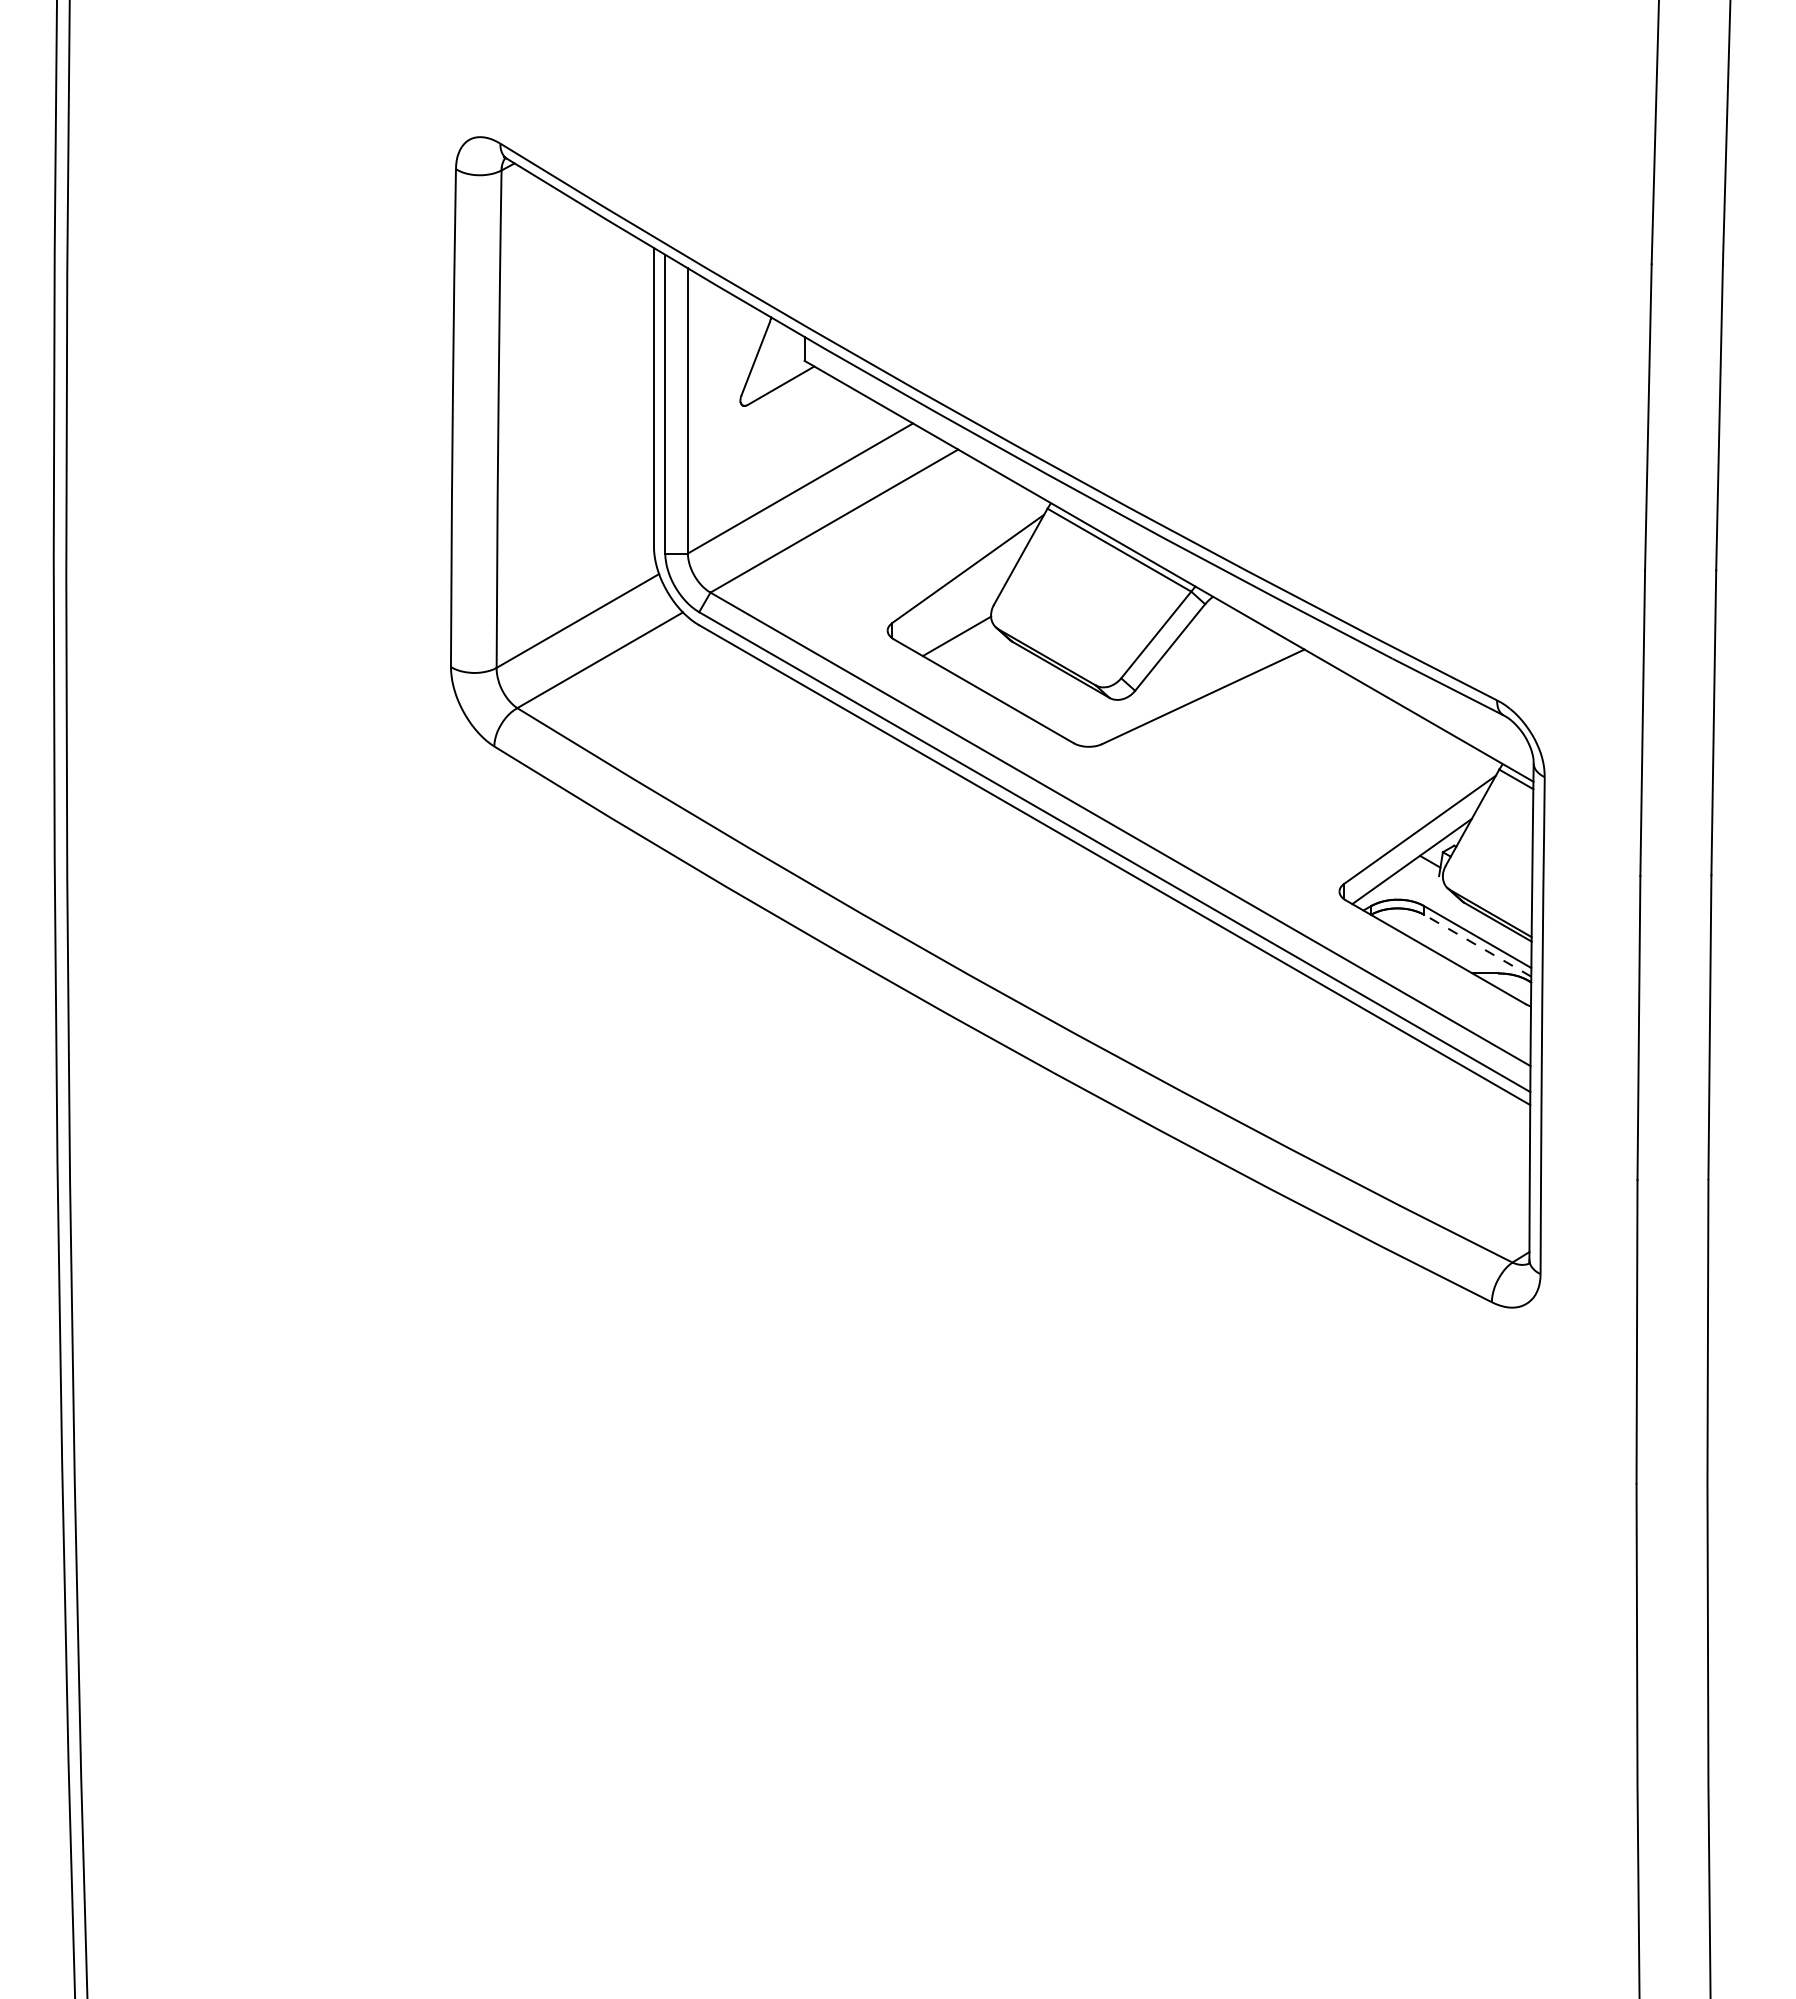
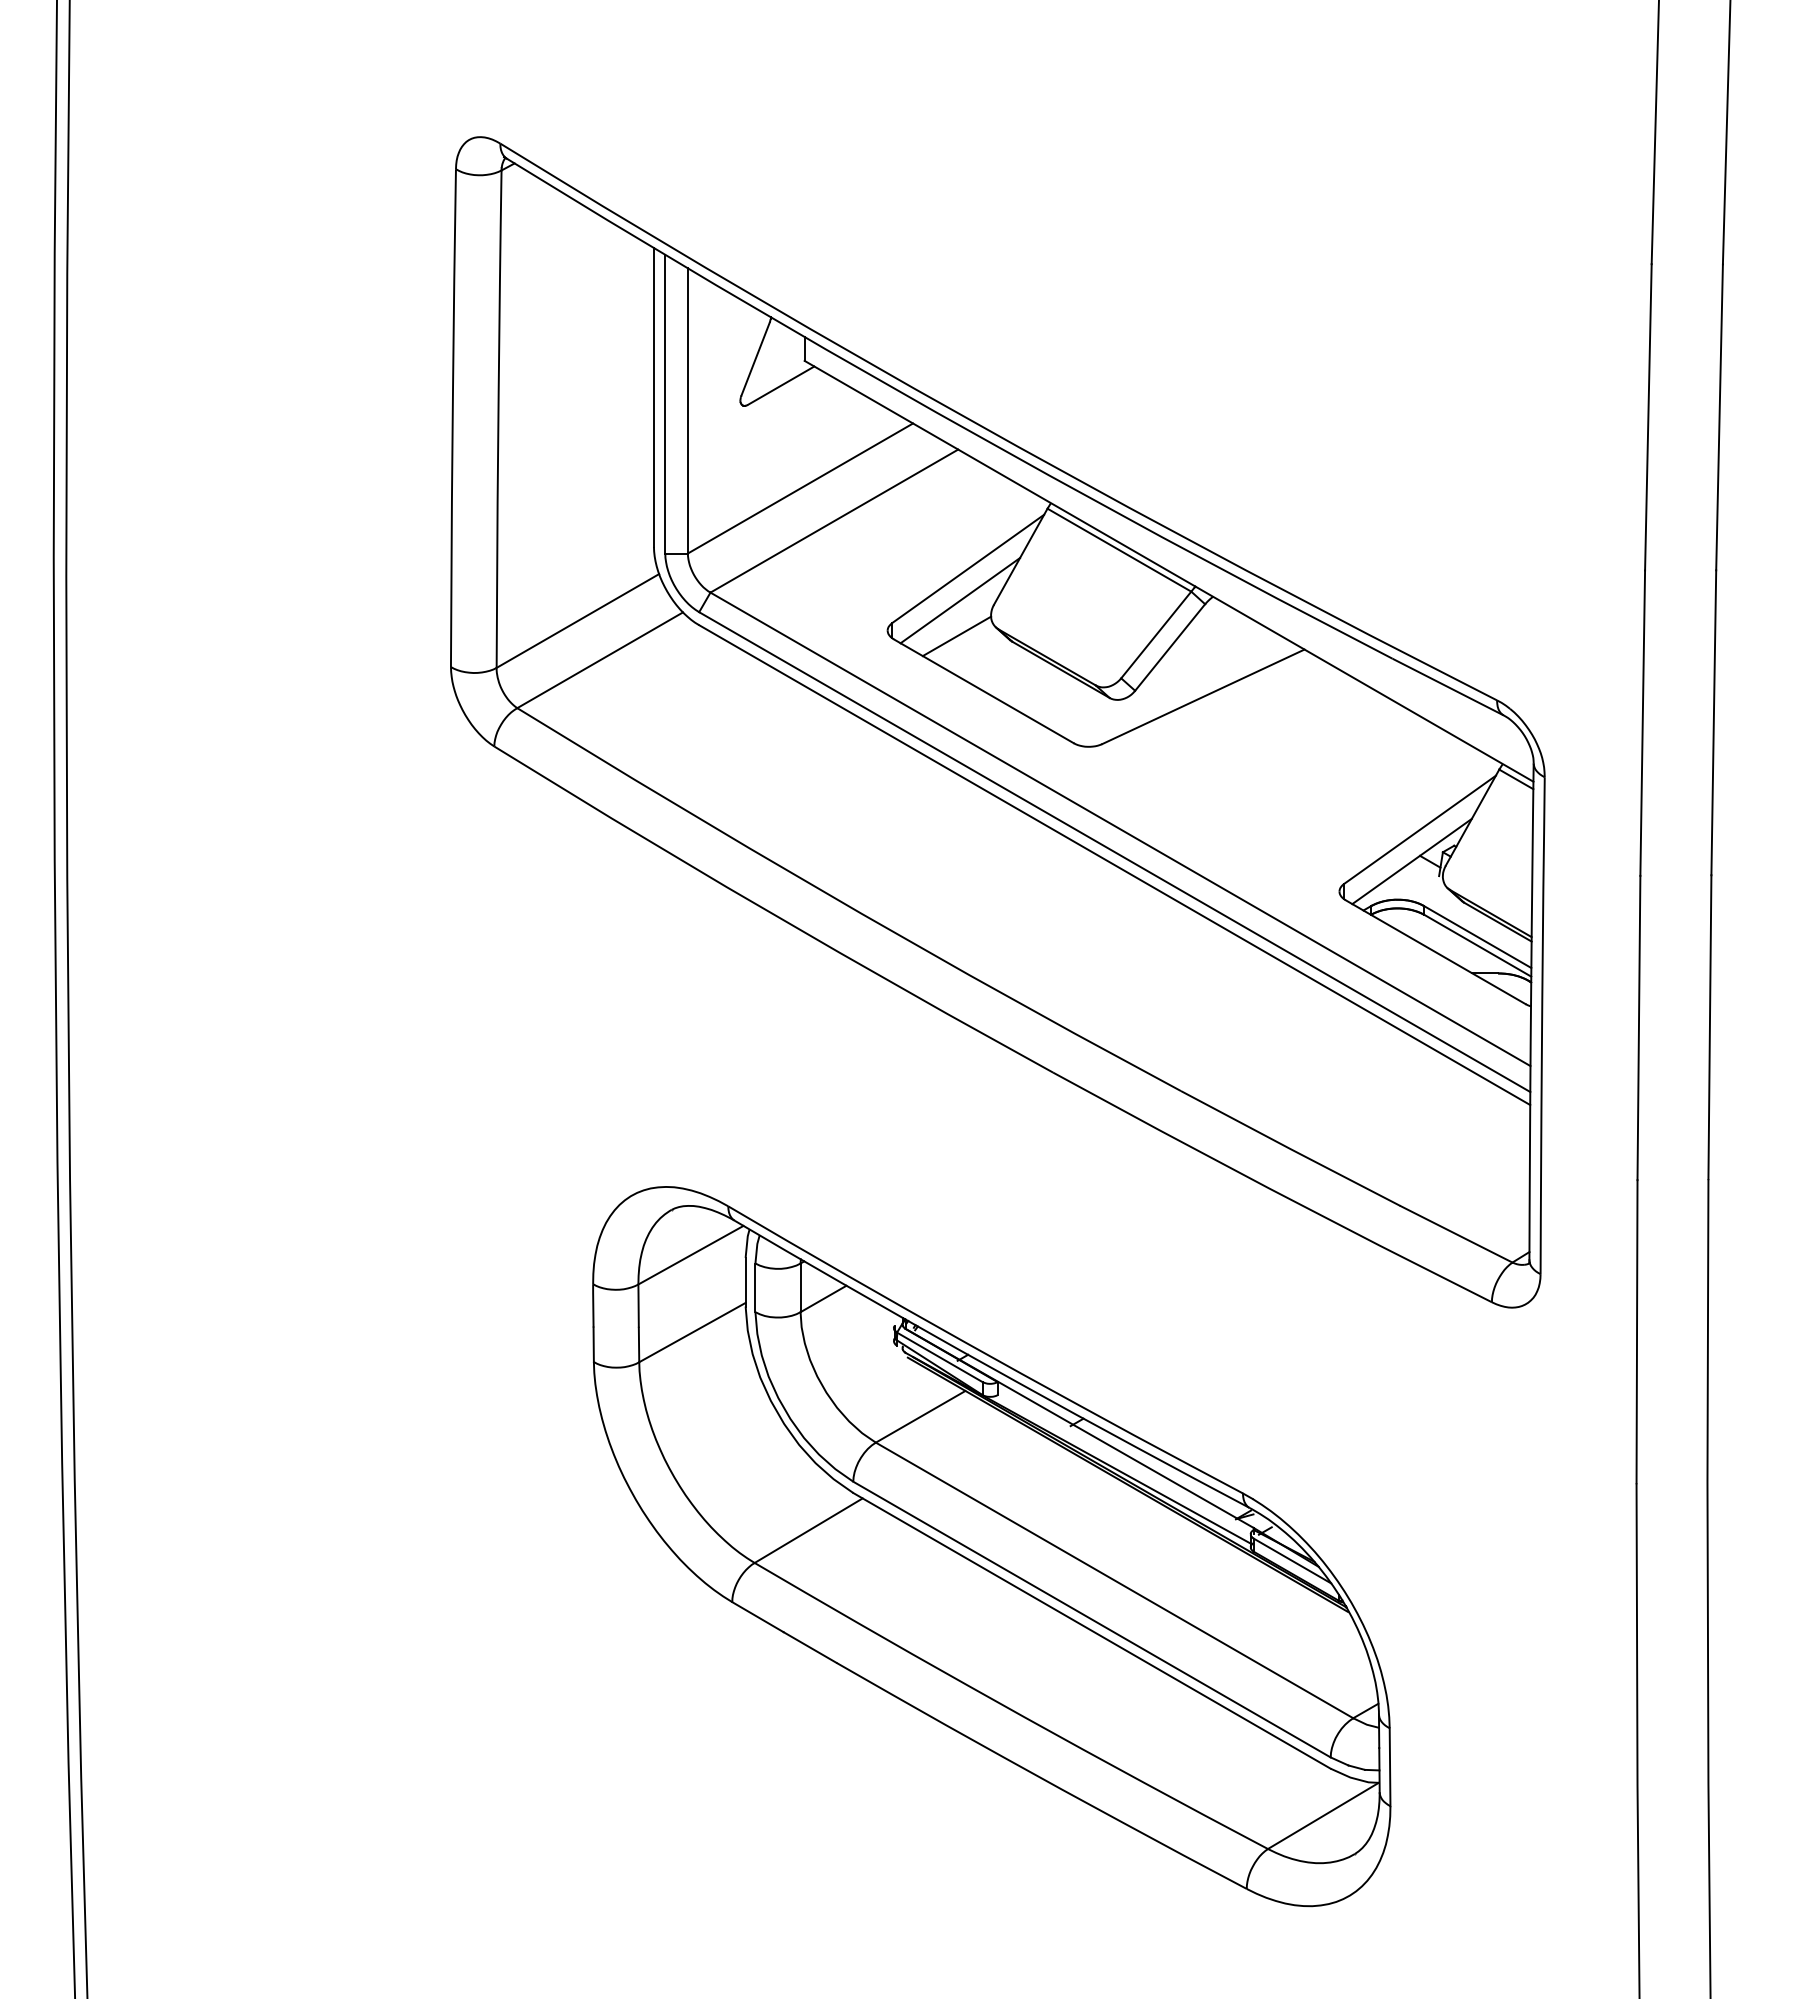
line at (960, 600): none -> present
line at (1477, 945): dashed -> solid
part at (991, 1546): none -> present
